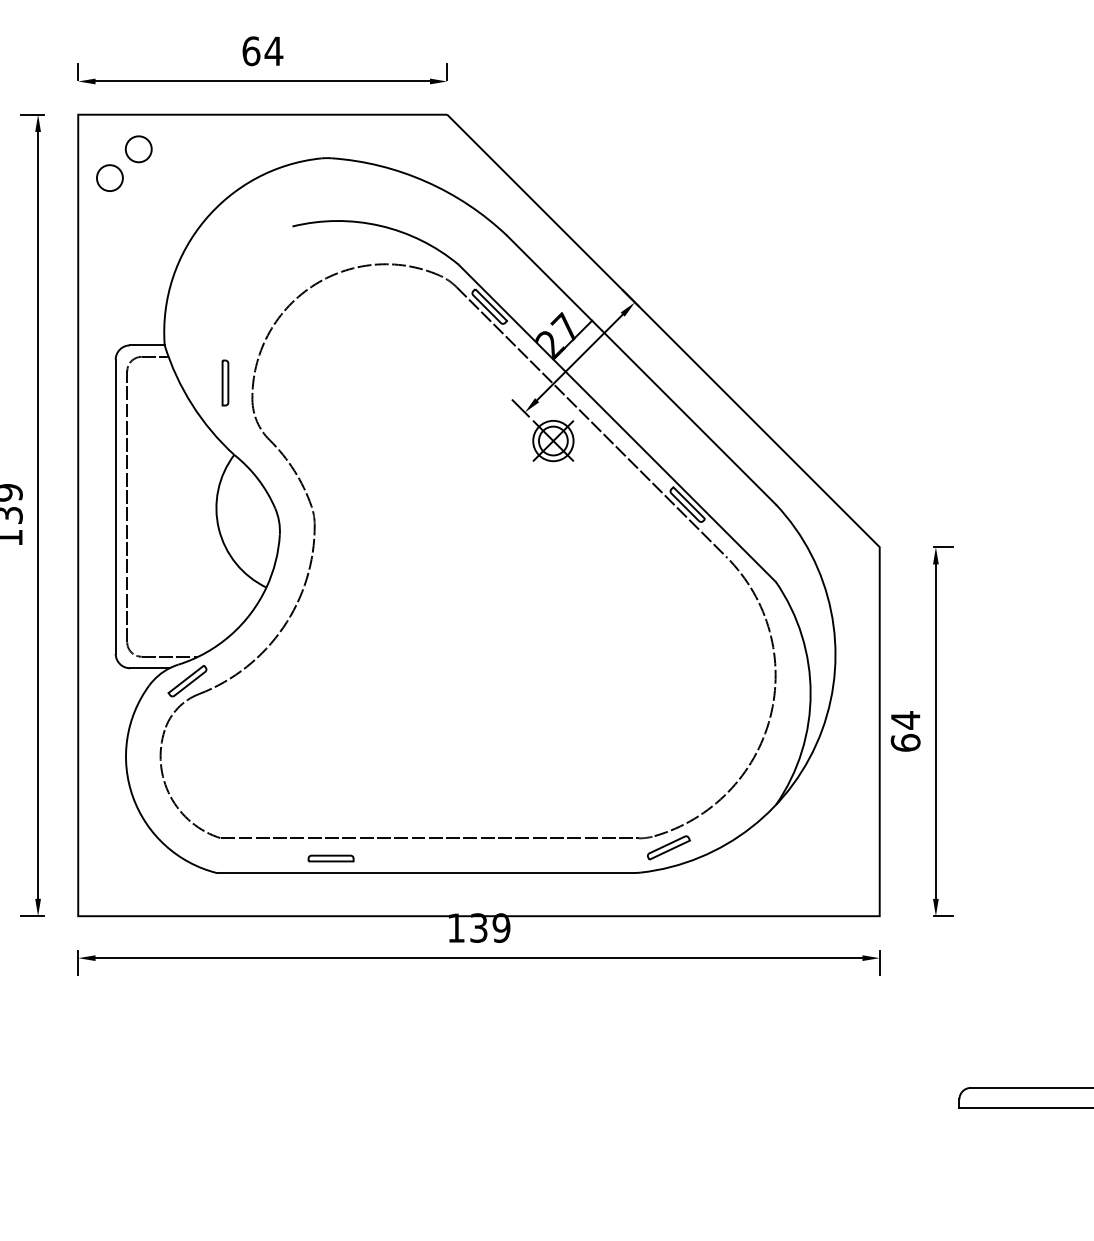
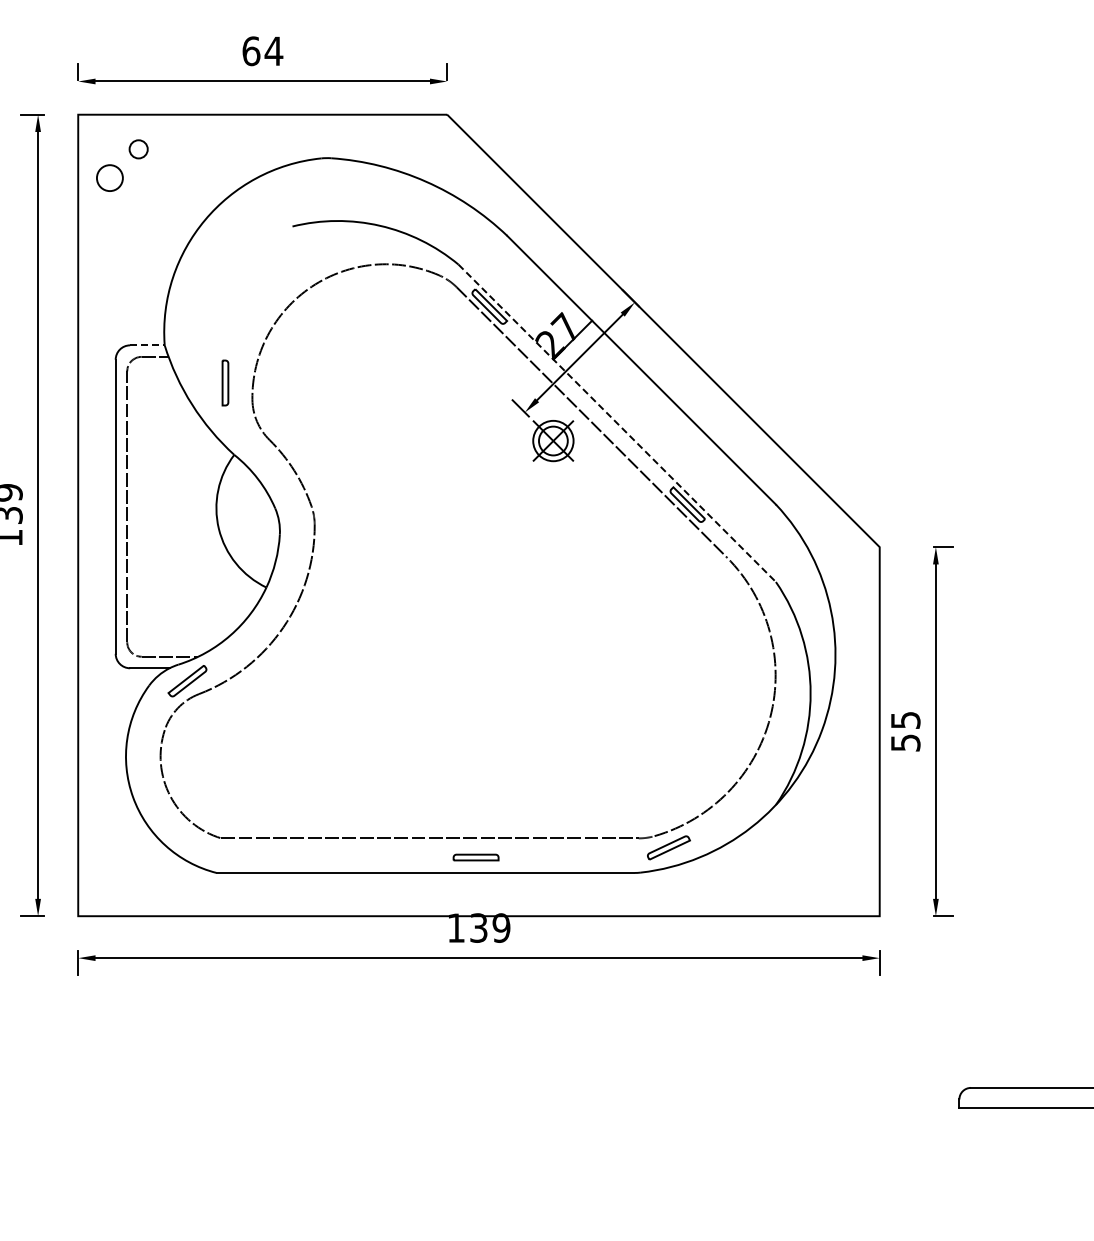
circle at (138, 149) size: 29x29 px -> 21x21 px
line at (147, 345): solid -> dashed
line at (617, 423): solid -> dashed
text at (905, 731): 64 -> 55
part at (330, 858) position: (330, 858) -> (475, 857)
